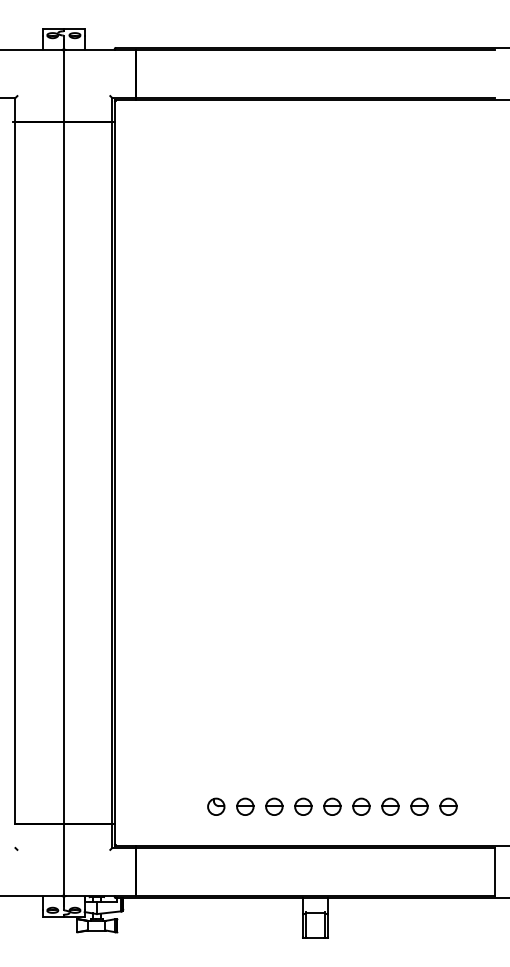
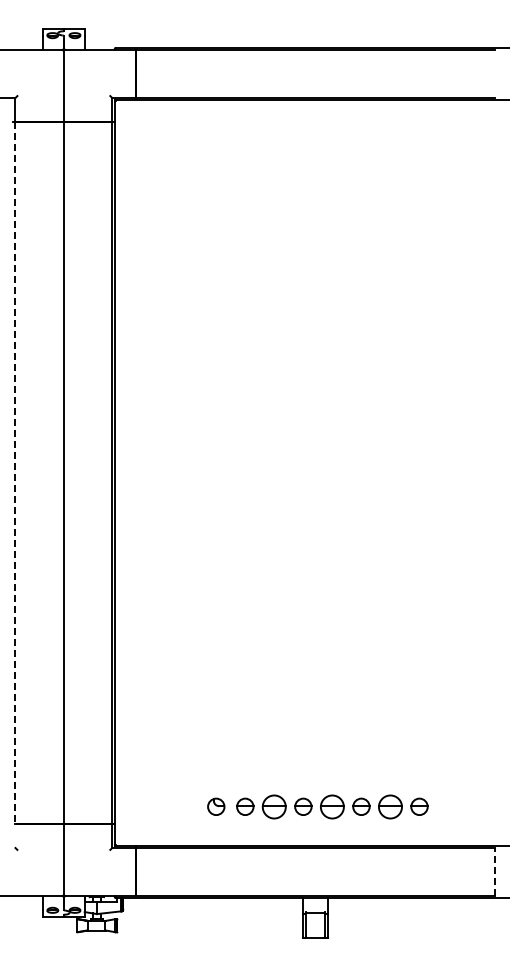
line at (15, 473): solid -> dashed
part at (274, 806) size: 19x19 px -> 26x26 px
part at (332, 806) size: 19x19 px -> 25x26 px
part at (390, 806) size: 19x19 px -> 25x26 px
part at (448, 806): present -> none
line at (494, 871): solid -> dashed
